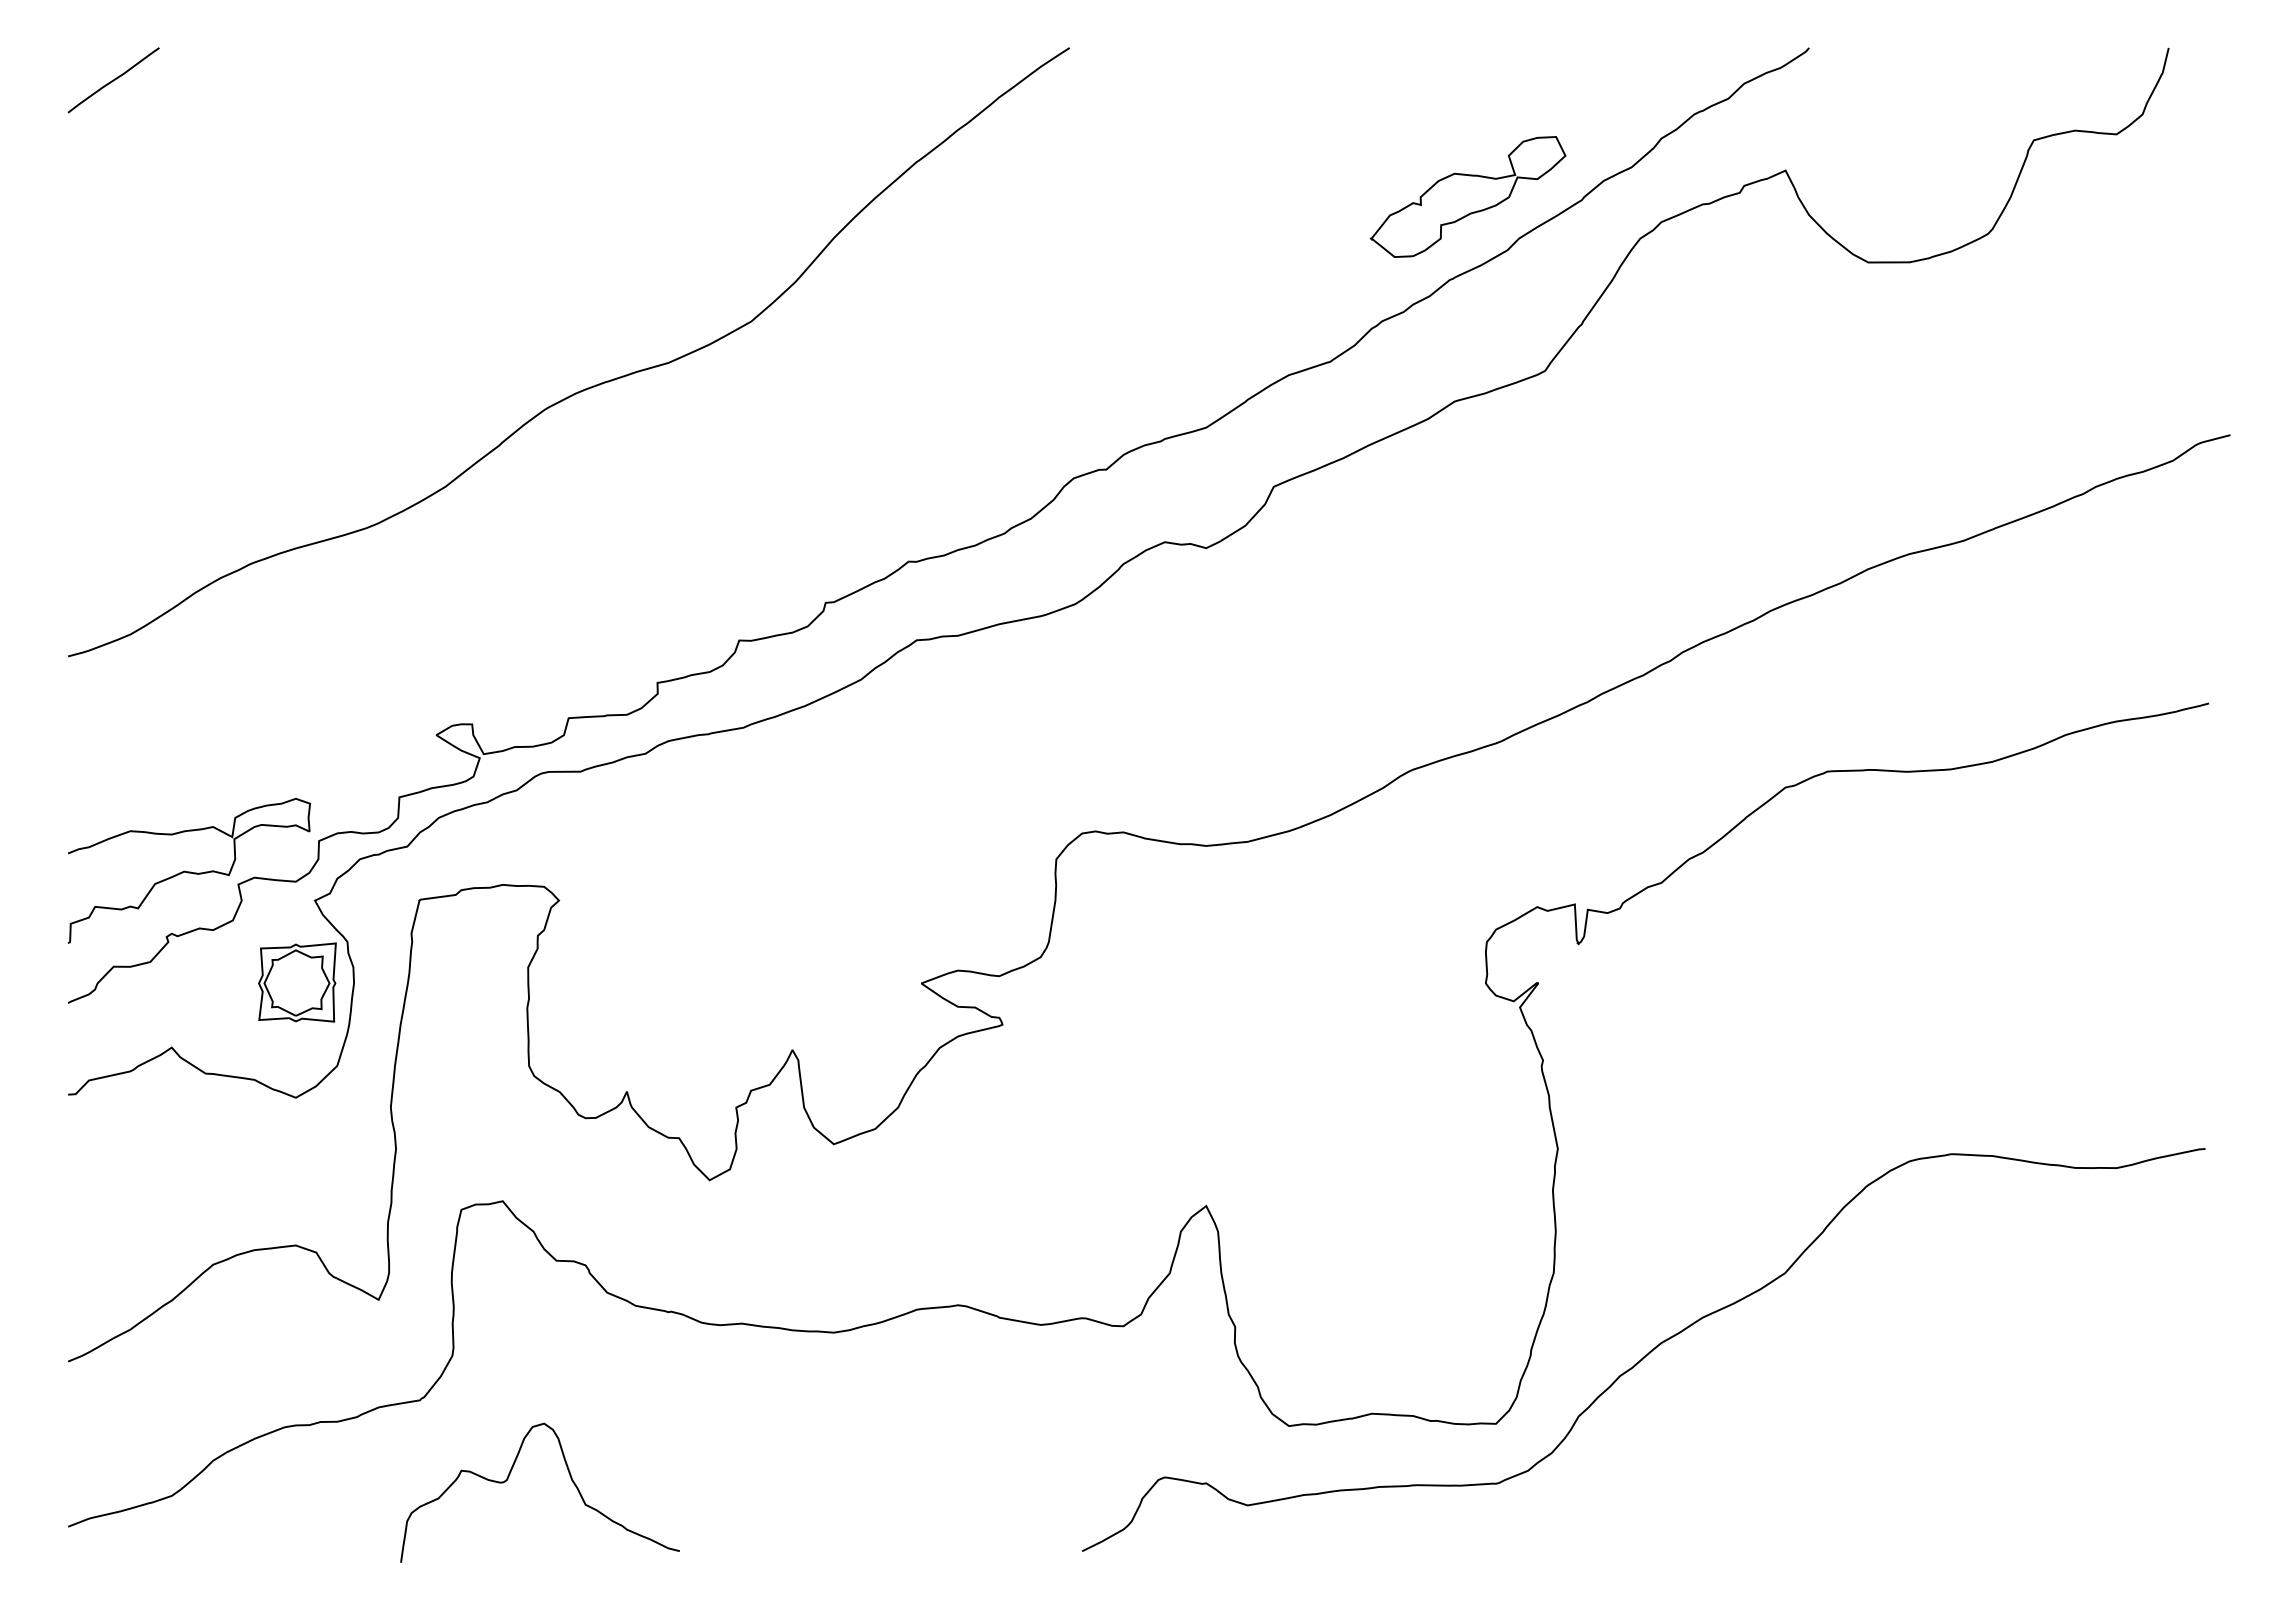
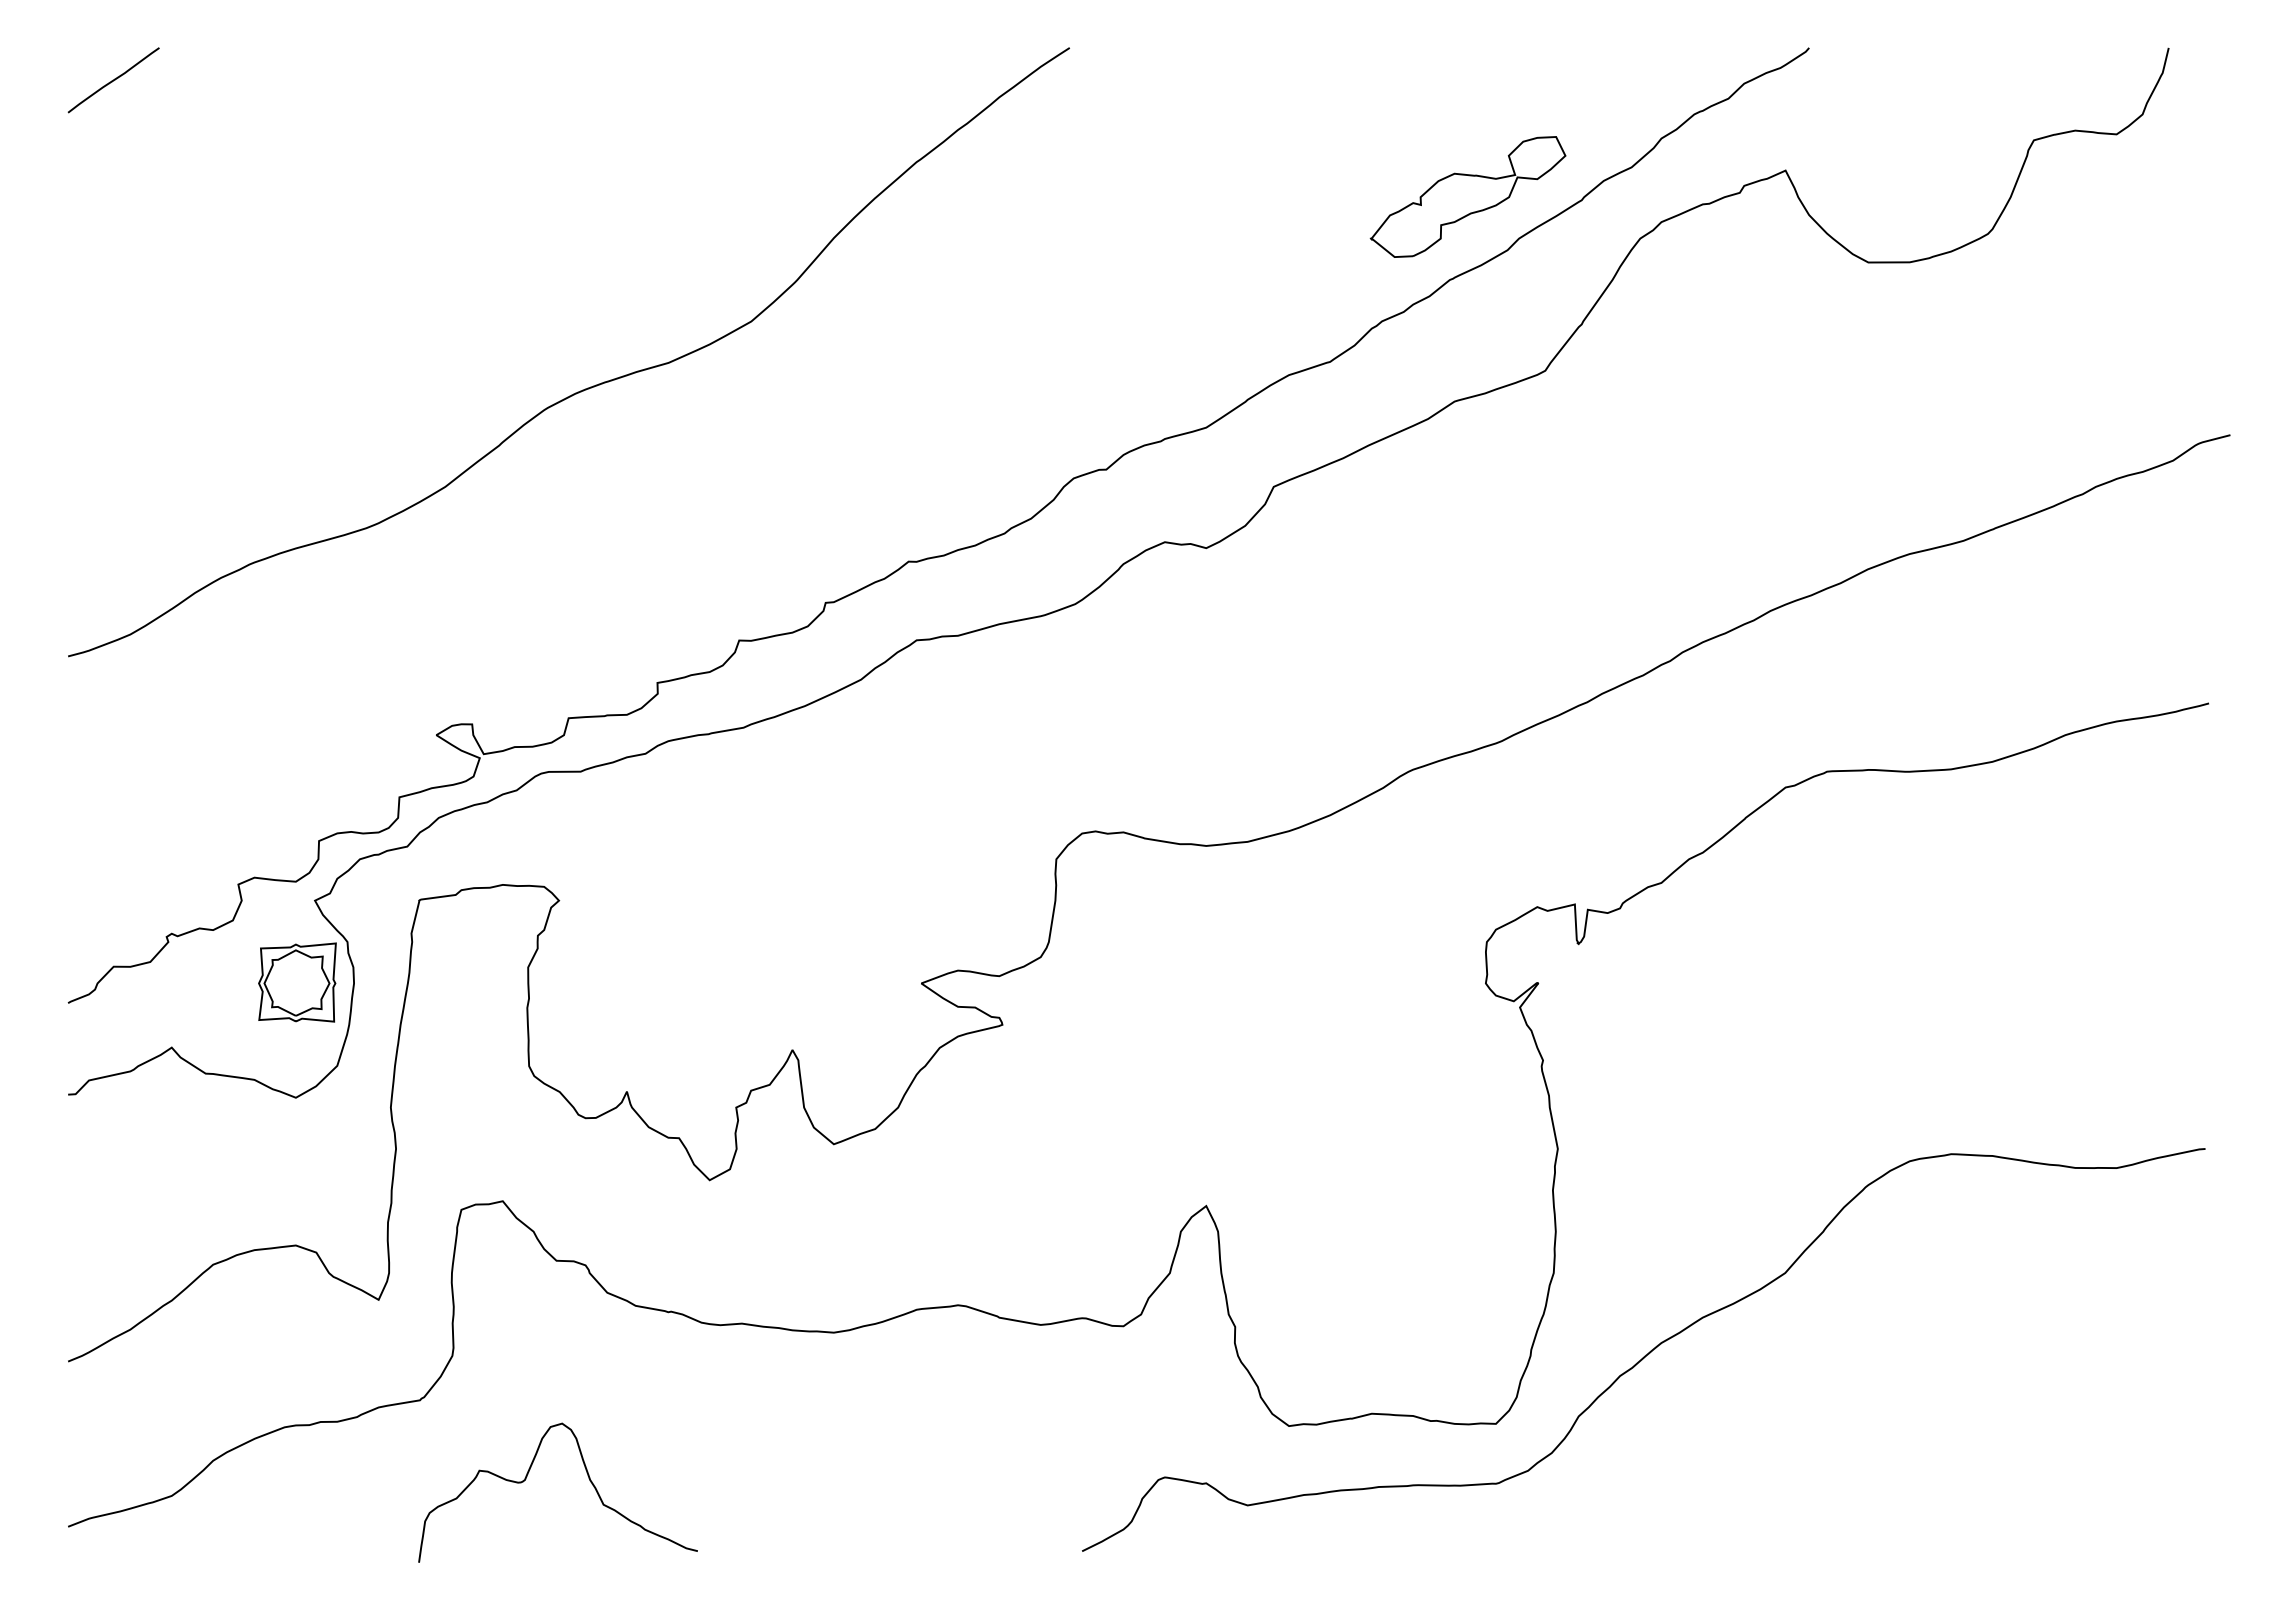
curve at (188, 871): present -> none
curve at (508, 1479) position: (508, 1479) -> (526, 1479)
